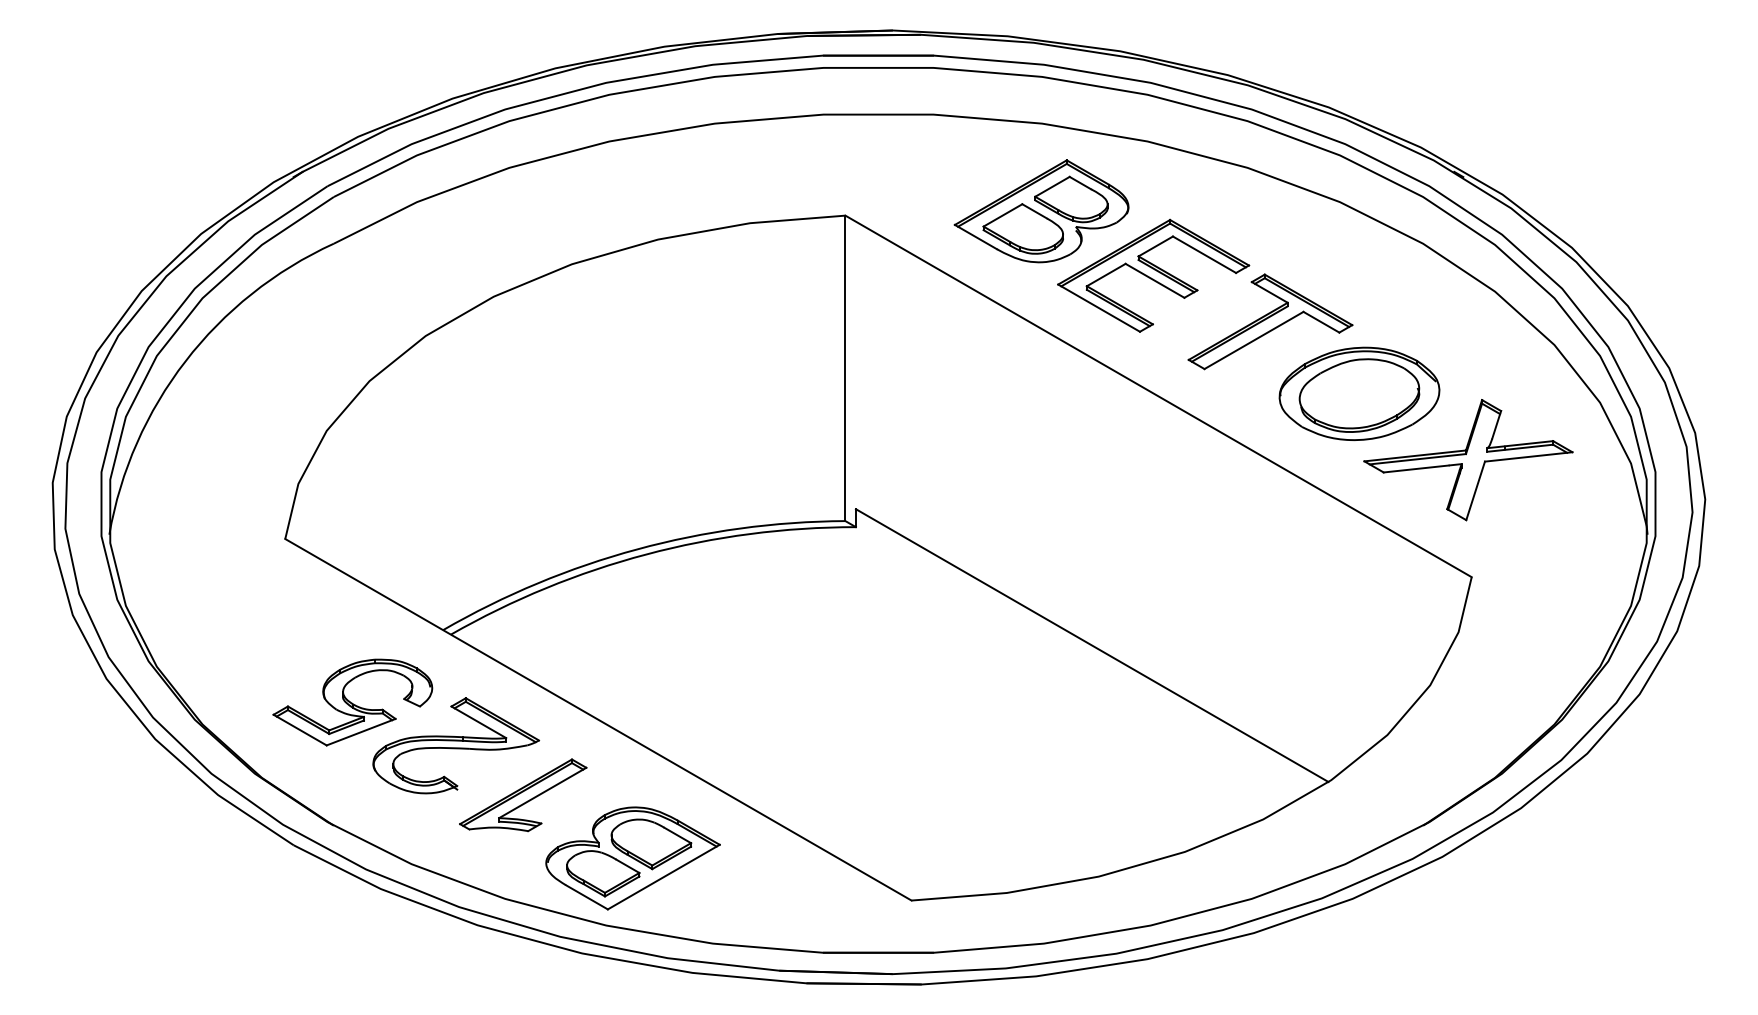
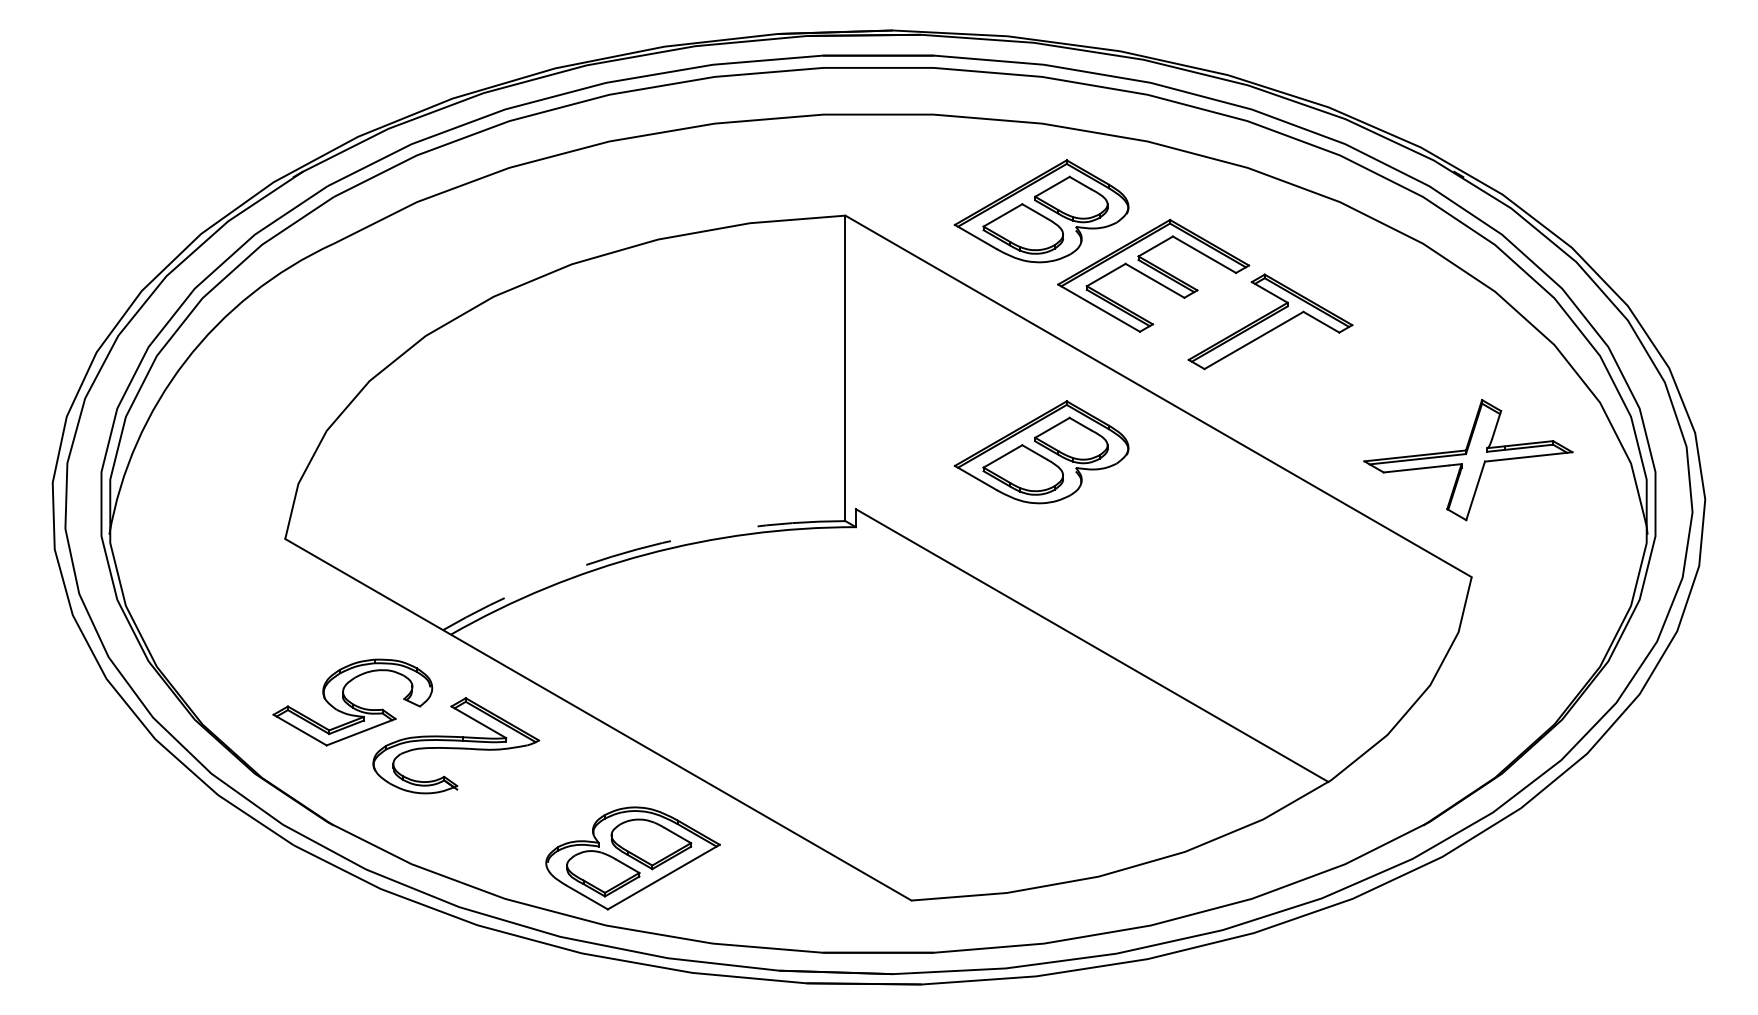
part at (1359, 393): present -> none
part at (1041, 452): none -> present
arc at (637, 549): solid -> dashed
part at (523, 795): present -> none
